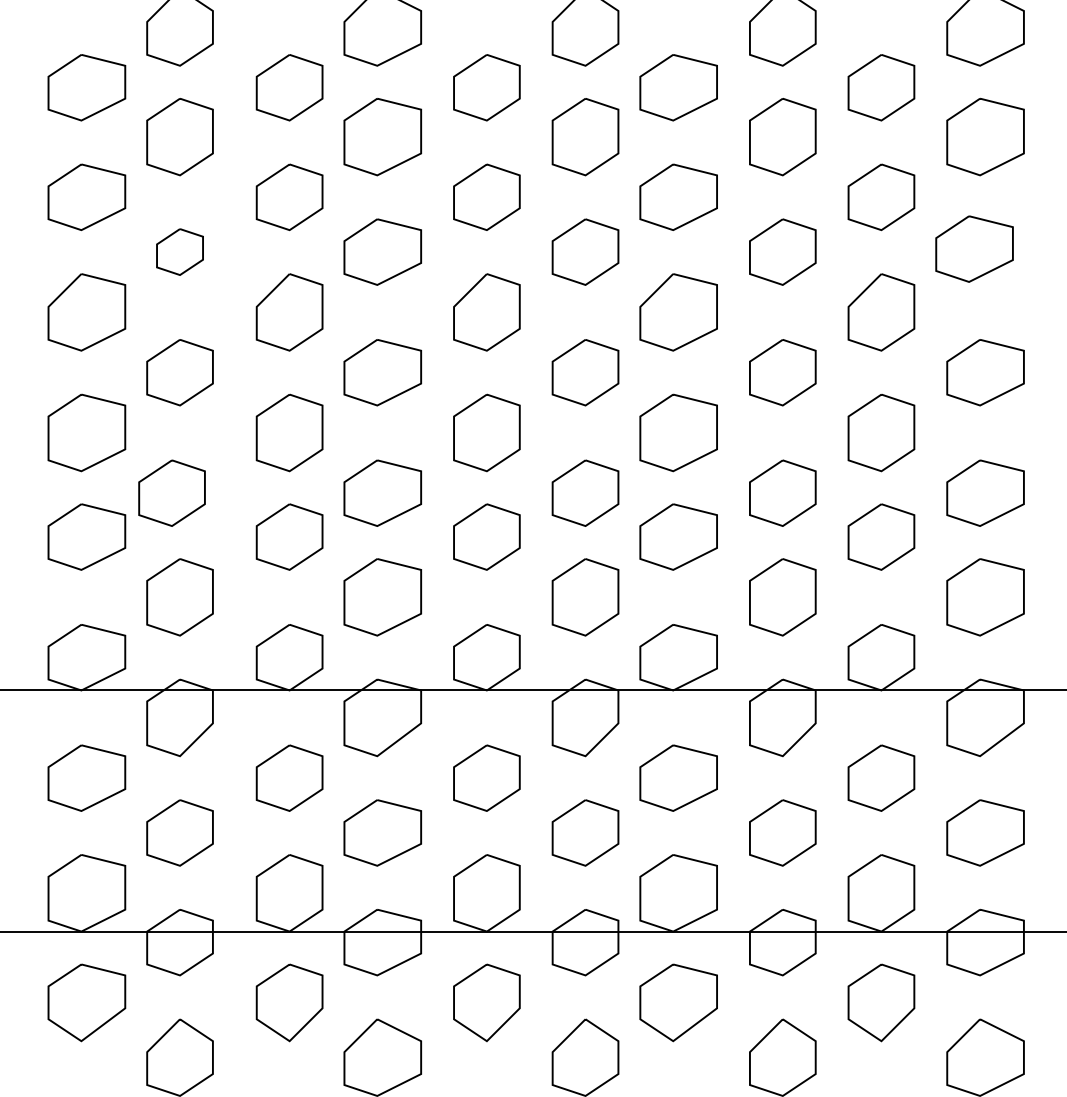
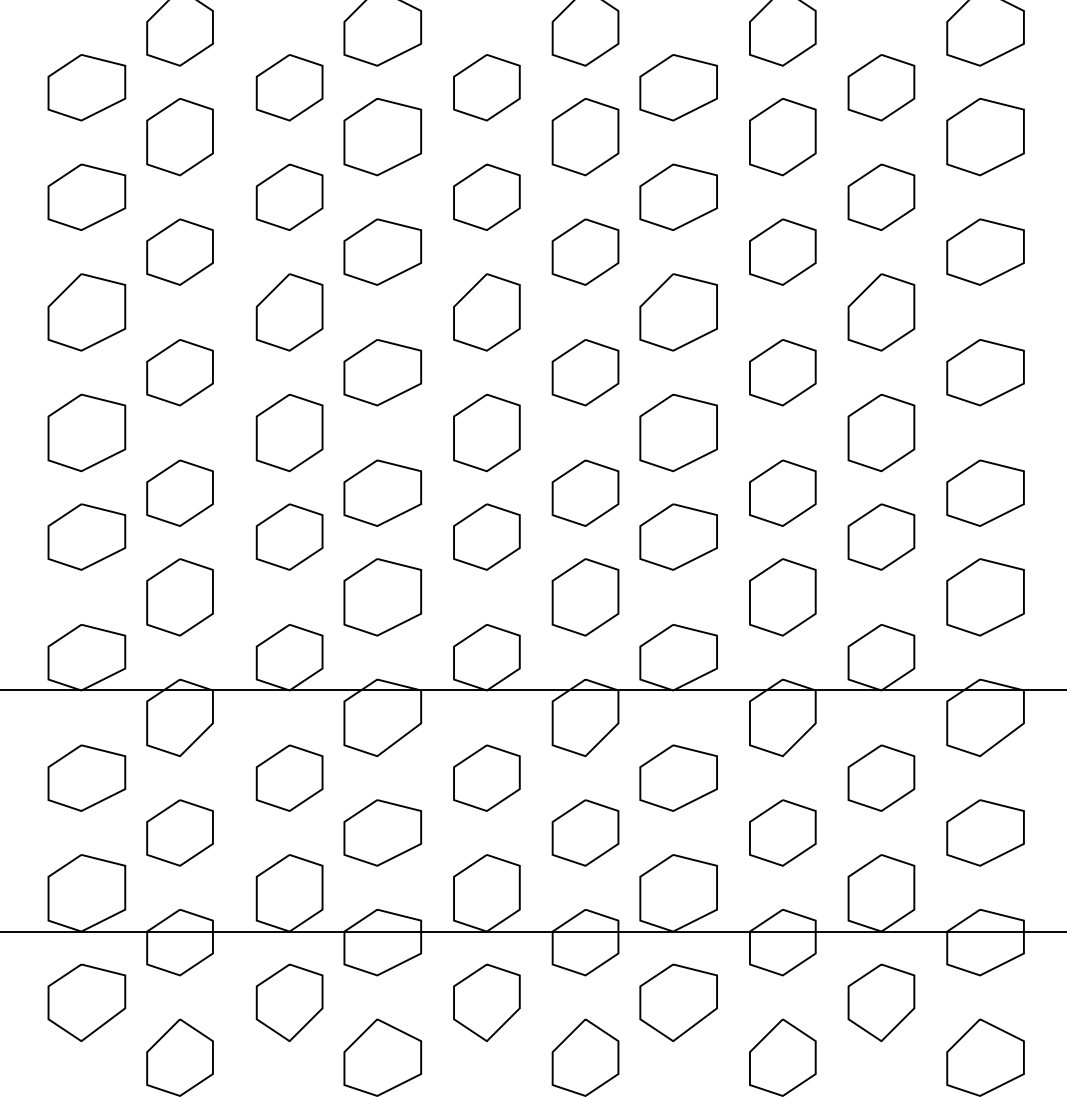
part at (974, 248) position: (974, 248) -> (985, 251)
part at (179, 251) size: 48x48 px -> 68x68 px
part at (171, 492) position: (171, 492) -> (179, 492)
